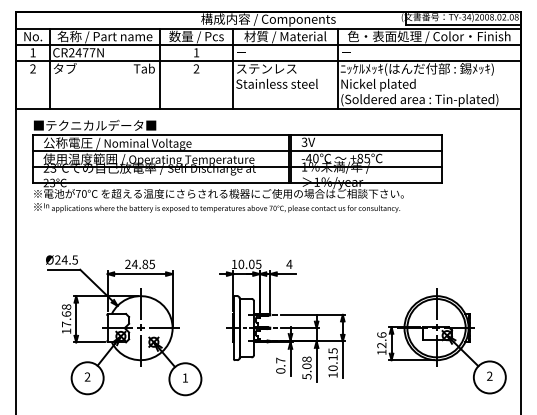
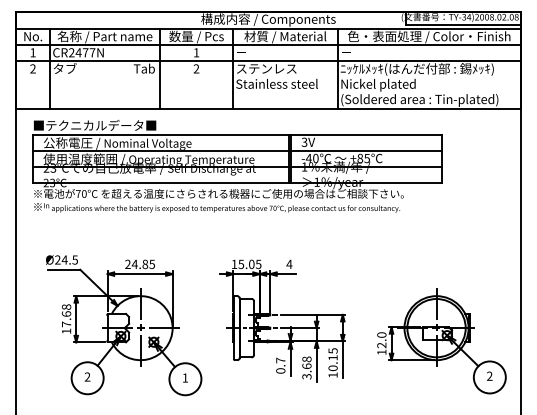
text at (241, 263): 10.05 -> 15.05
text at (381, 334): 12.6 -> 12.0
text at (306, 371): 5.08 -> 3.68
